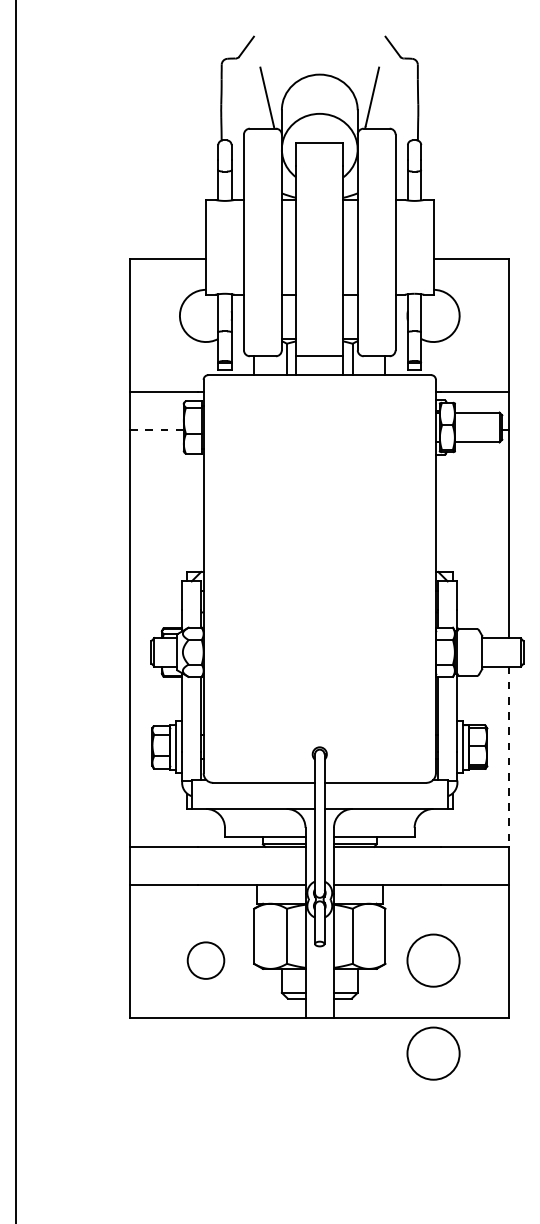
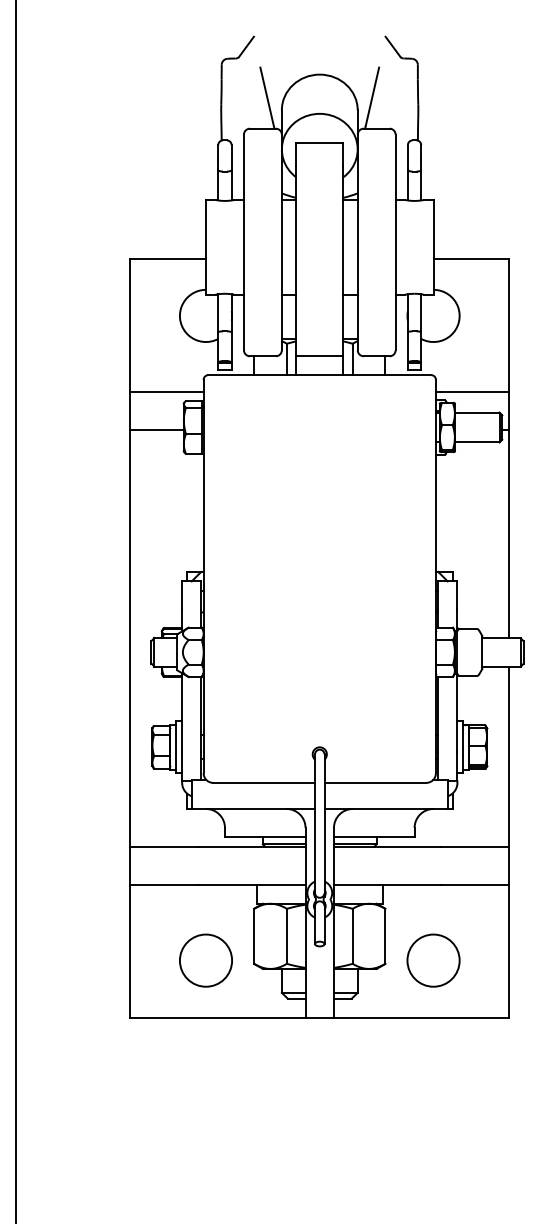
line at (157, 429): dashed -> solid
line at (509, 757): dashed -> solid
circle at (205, 960) diameter: 37 px -> 52 px
circle at (433, 1053): present -> none
